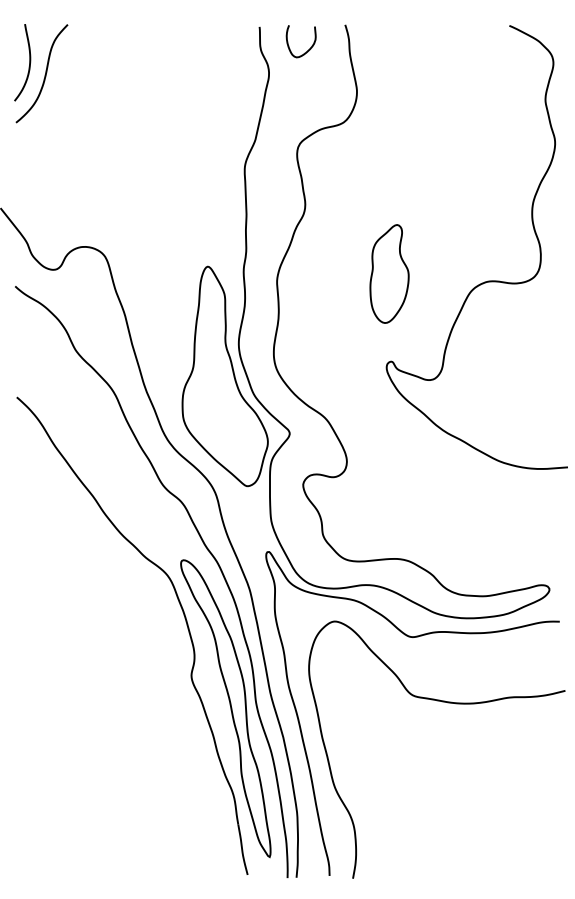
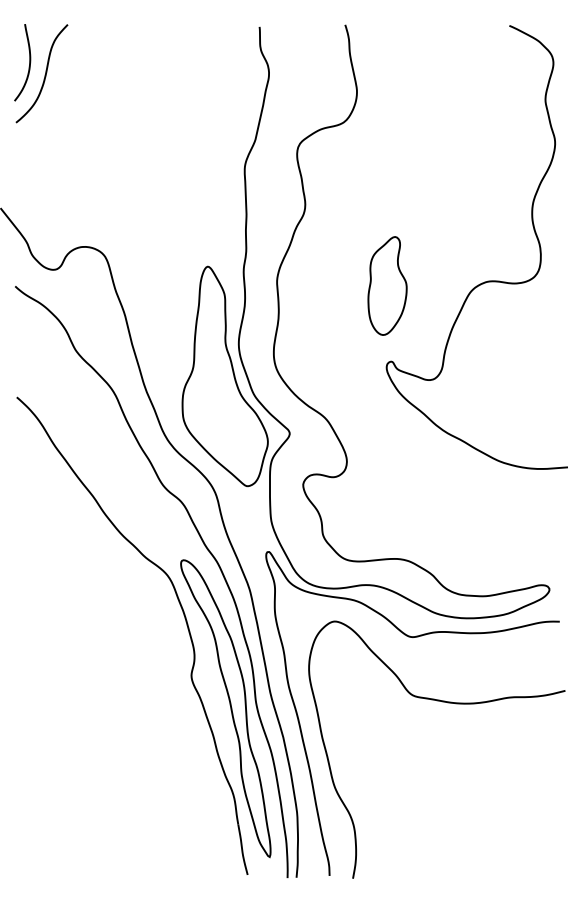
curve at (308, 49): present -> none
part at (389, 273) position: (389, 273) -> (387, 285)
